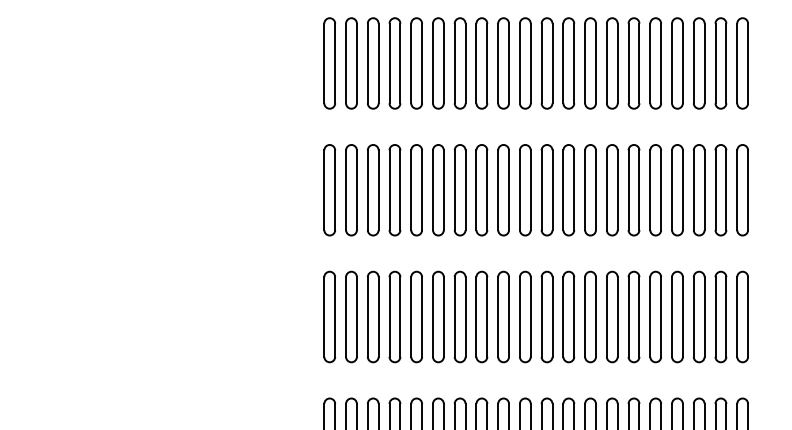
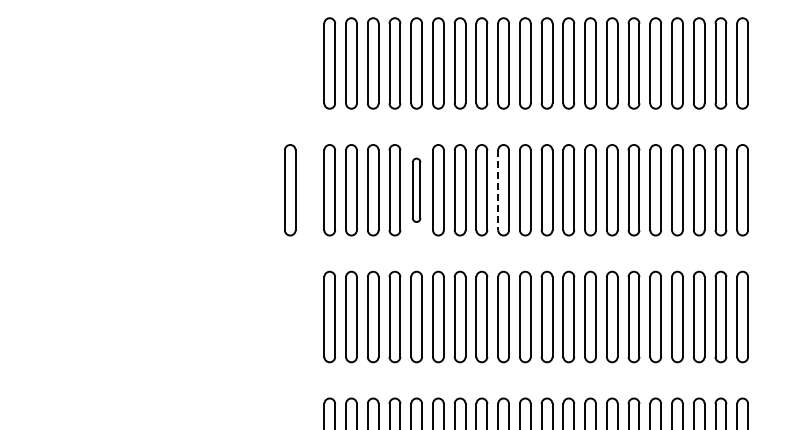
part at (290, 190): none -> present
part at (416, 190) size: 13x93 px -> 10x66 px
line at (498, 190): solid -> dashed
